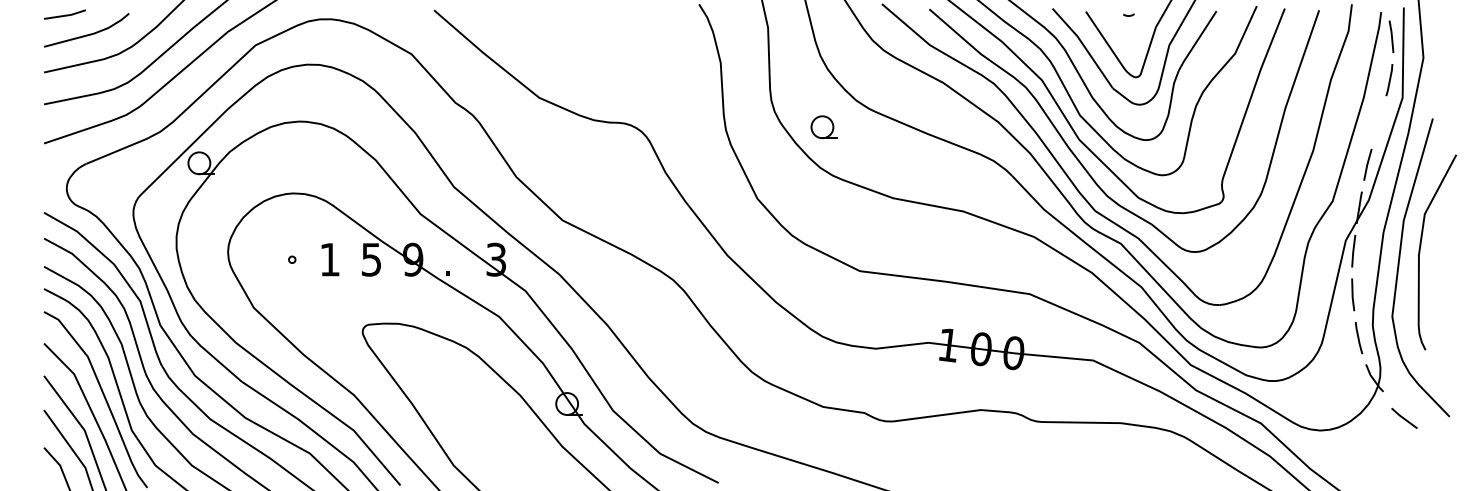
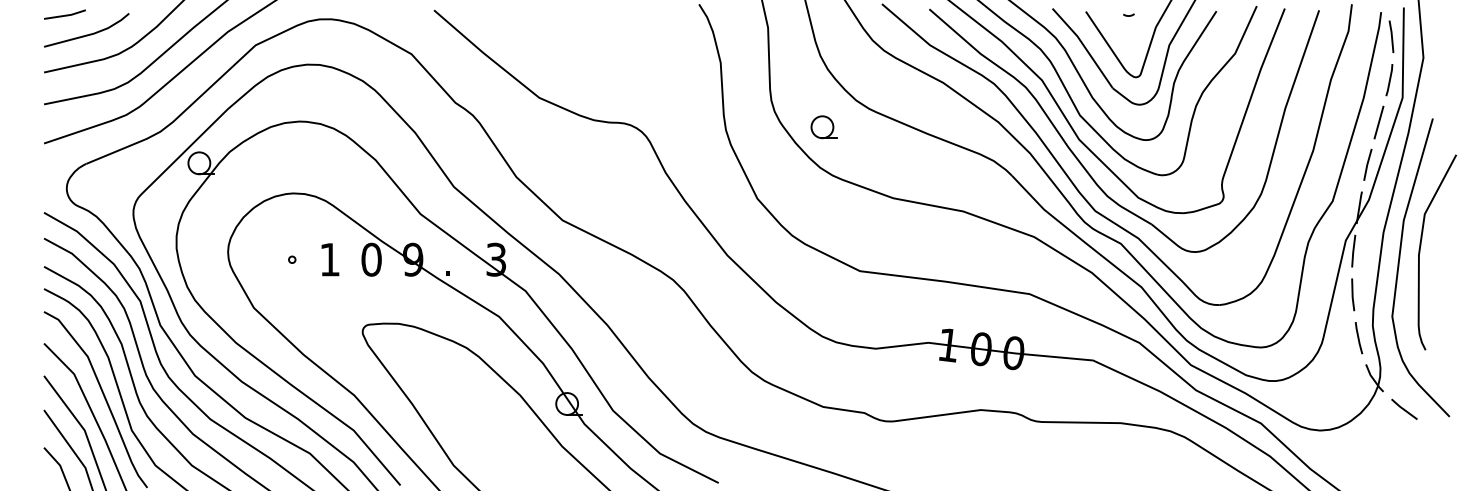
line at (1378, 122): none -> present
text at (371, 259): 5 -> 0
line at (1404, 417) position: (1404, 417) -> (1404, 408)
